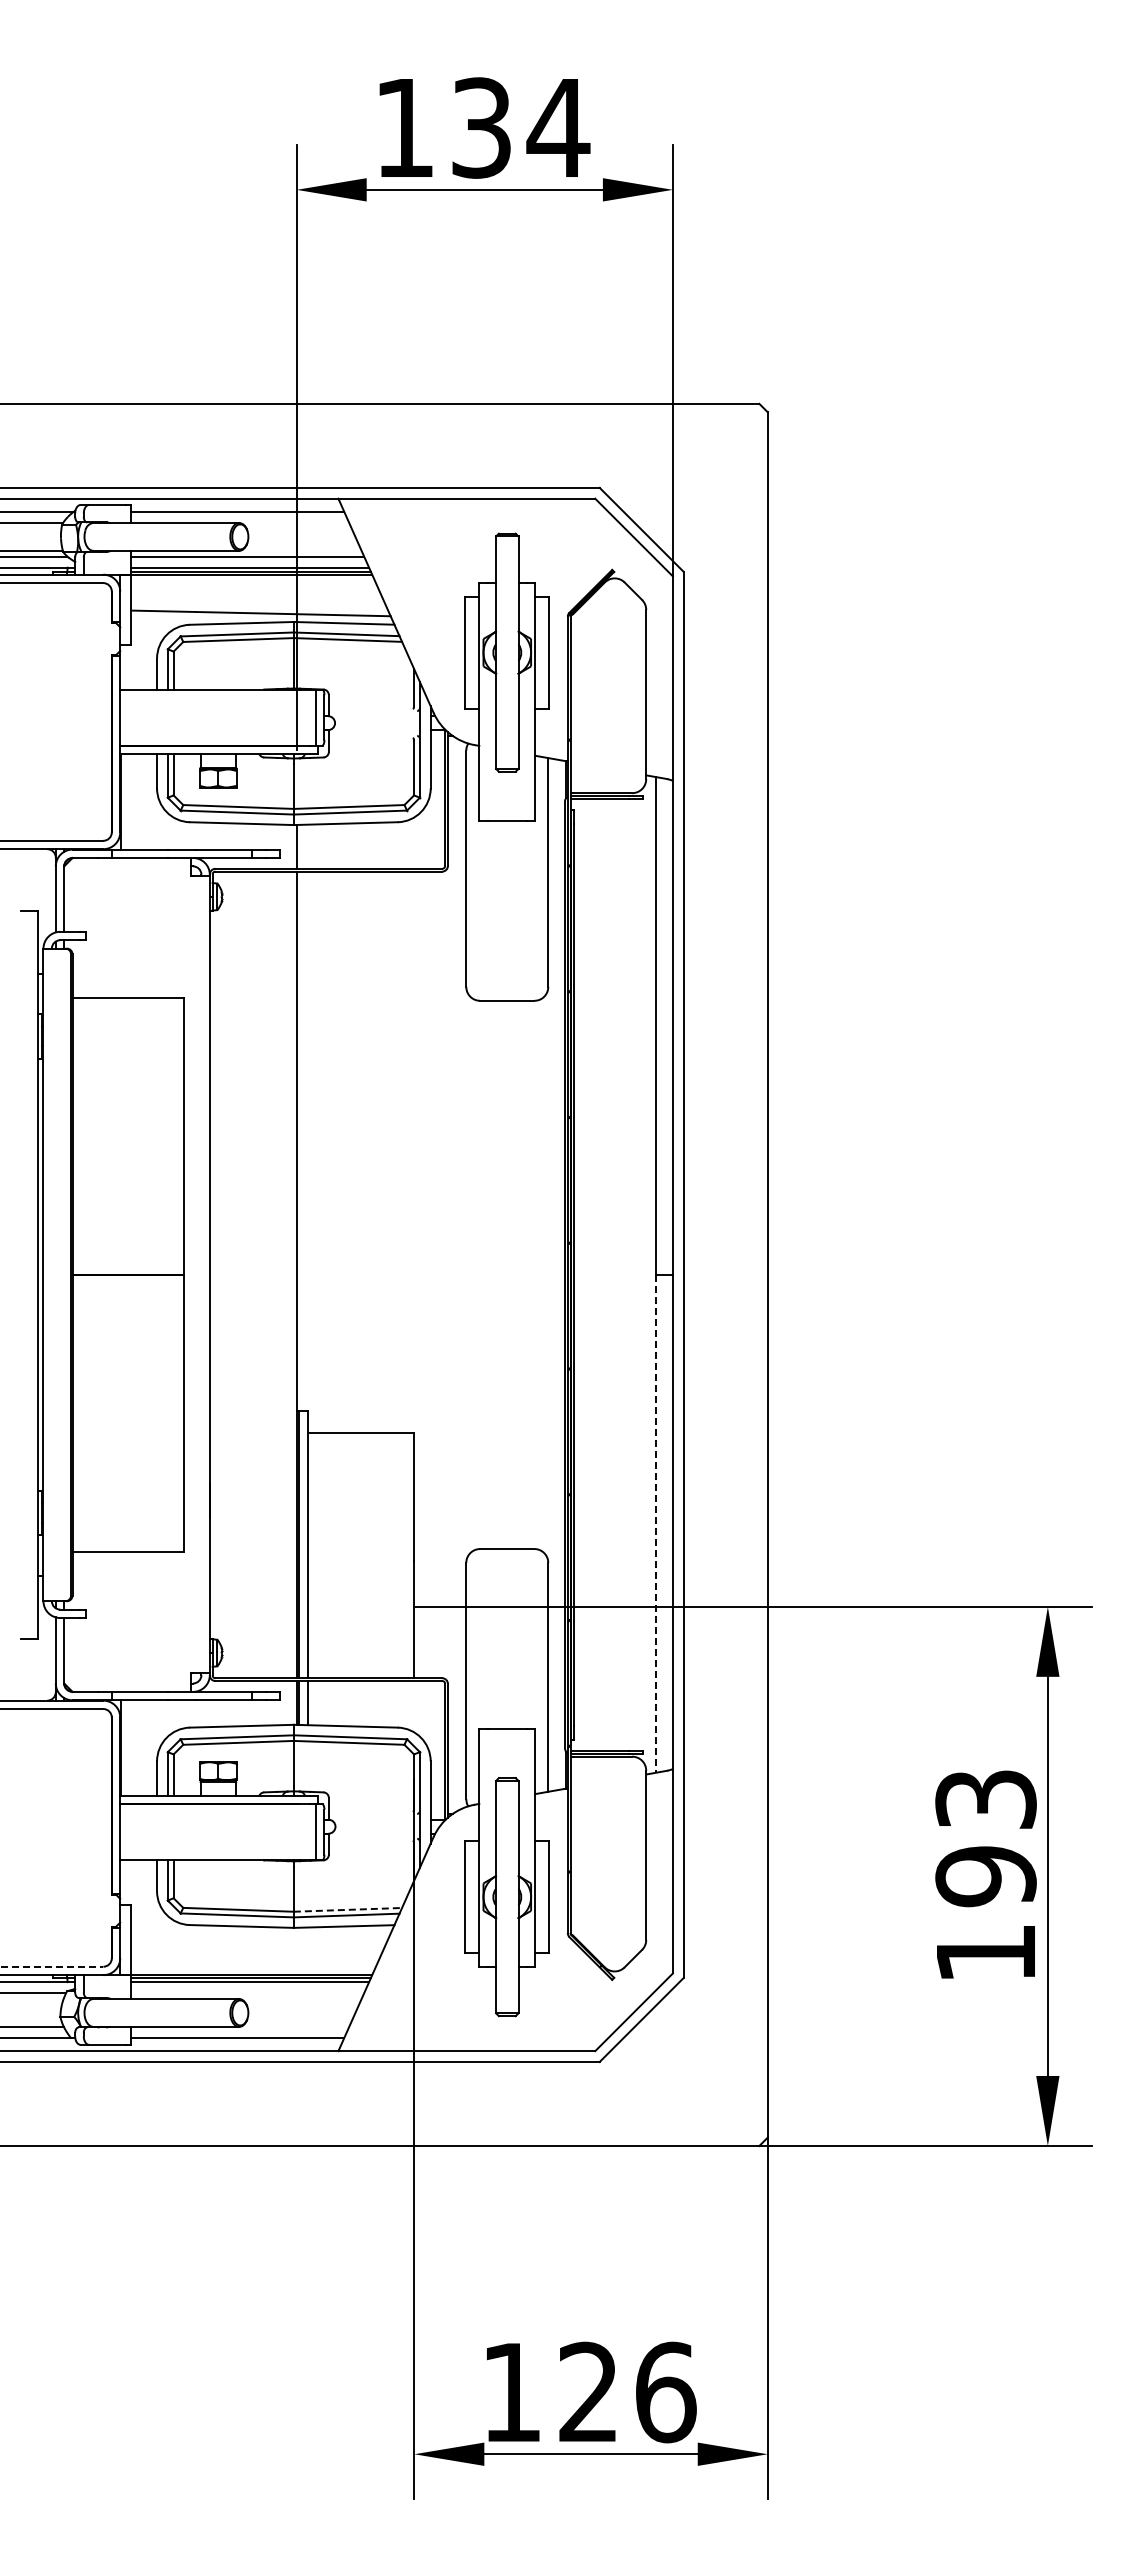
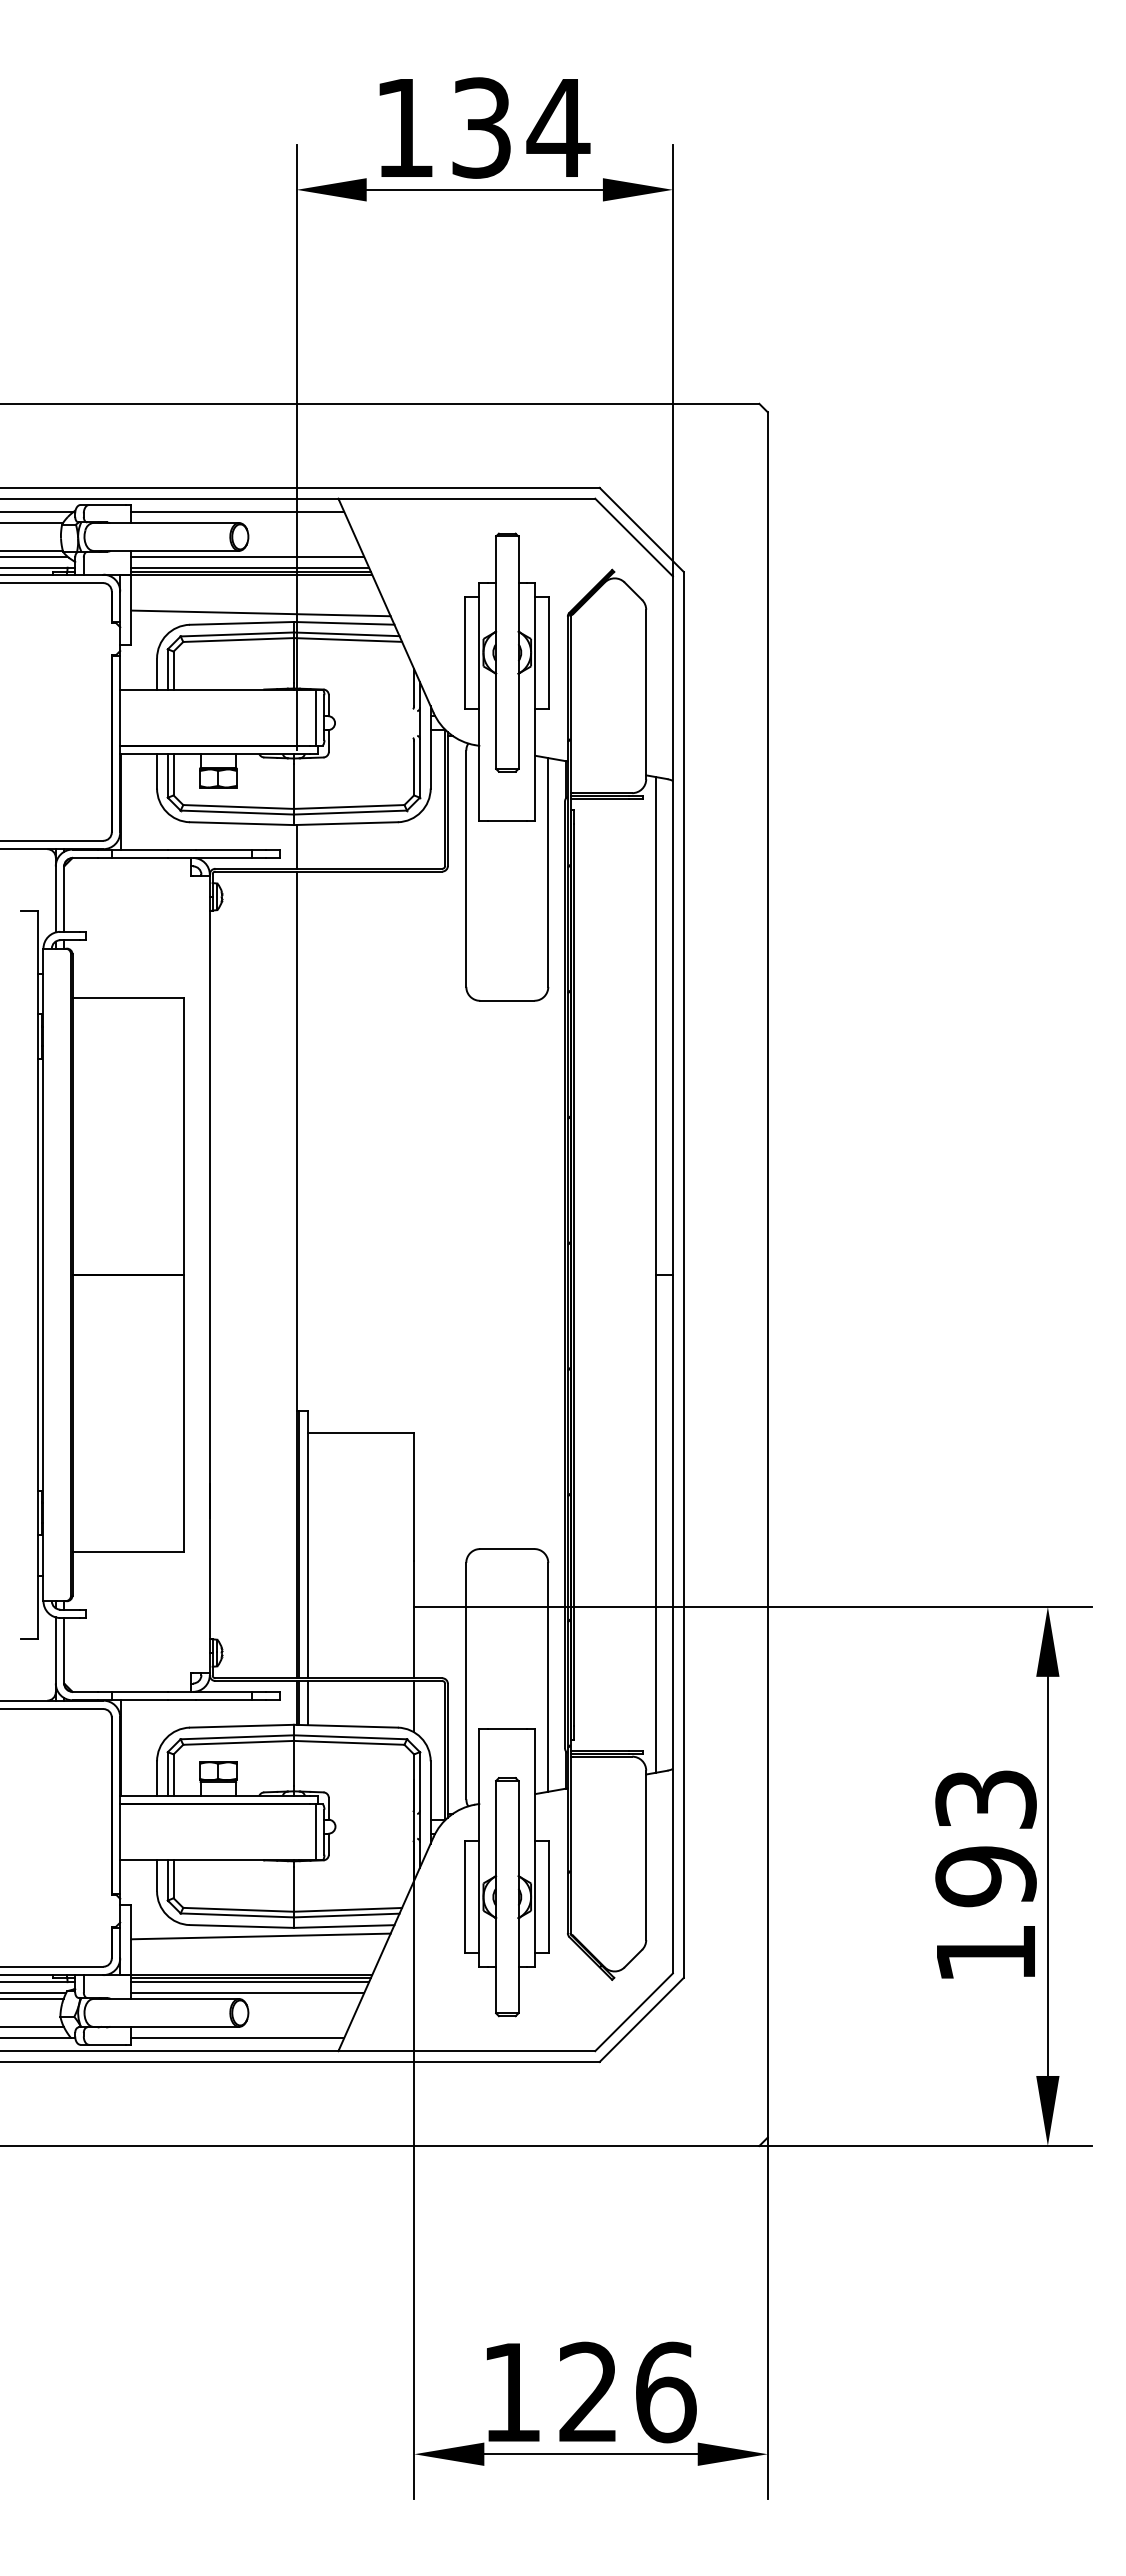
line at (655, 1523): dashed -> solid
line at (414, 1706): none -> present
line at (348, 1909): dashed -> solid
line at (260, 1936): none -> present
line at (52, 1966): dashed -> solid
line at (247, 1993): none -> present
line at (32, 1998): none -> present
